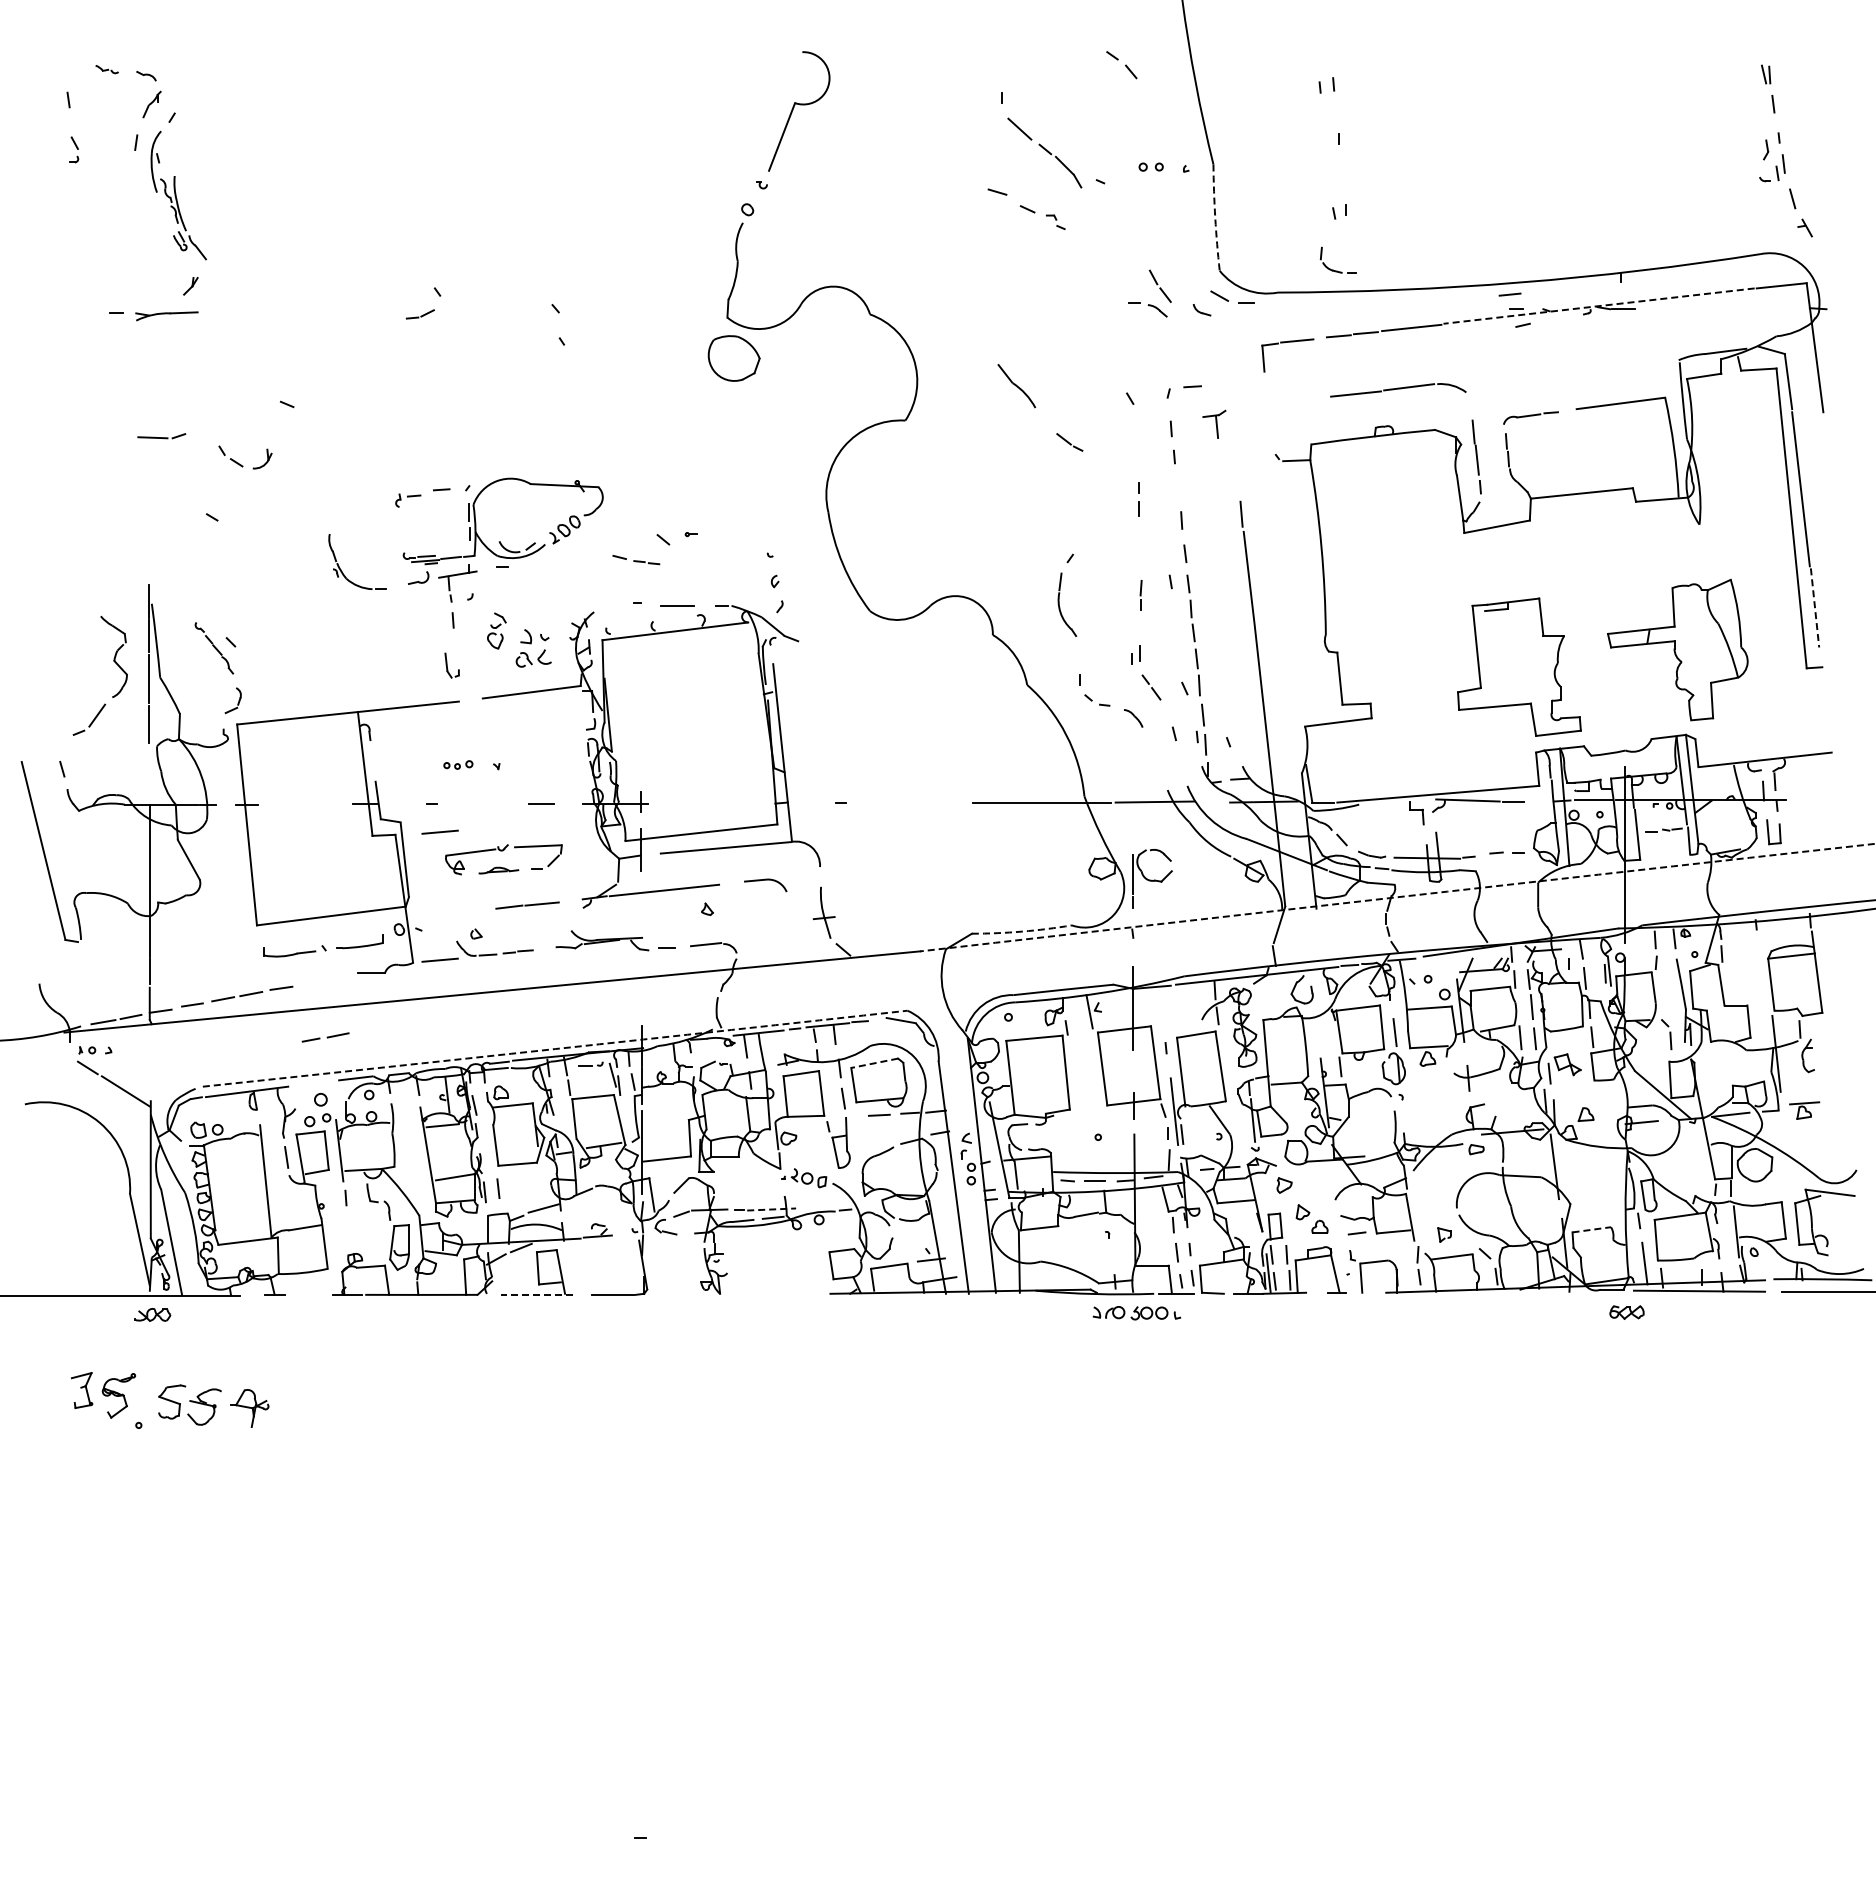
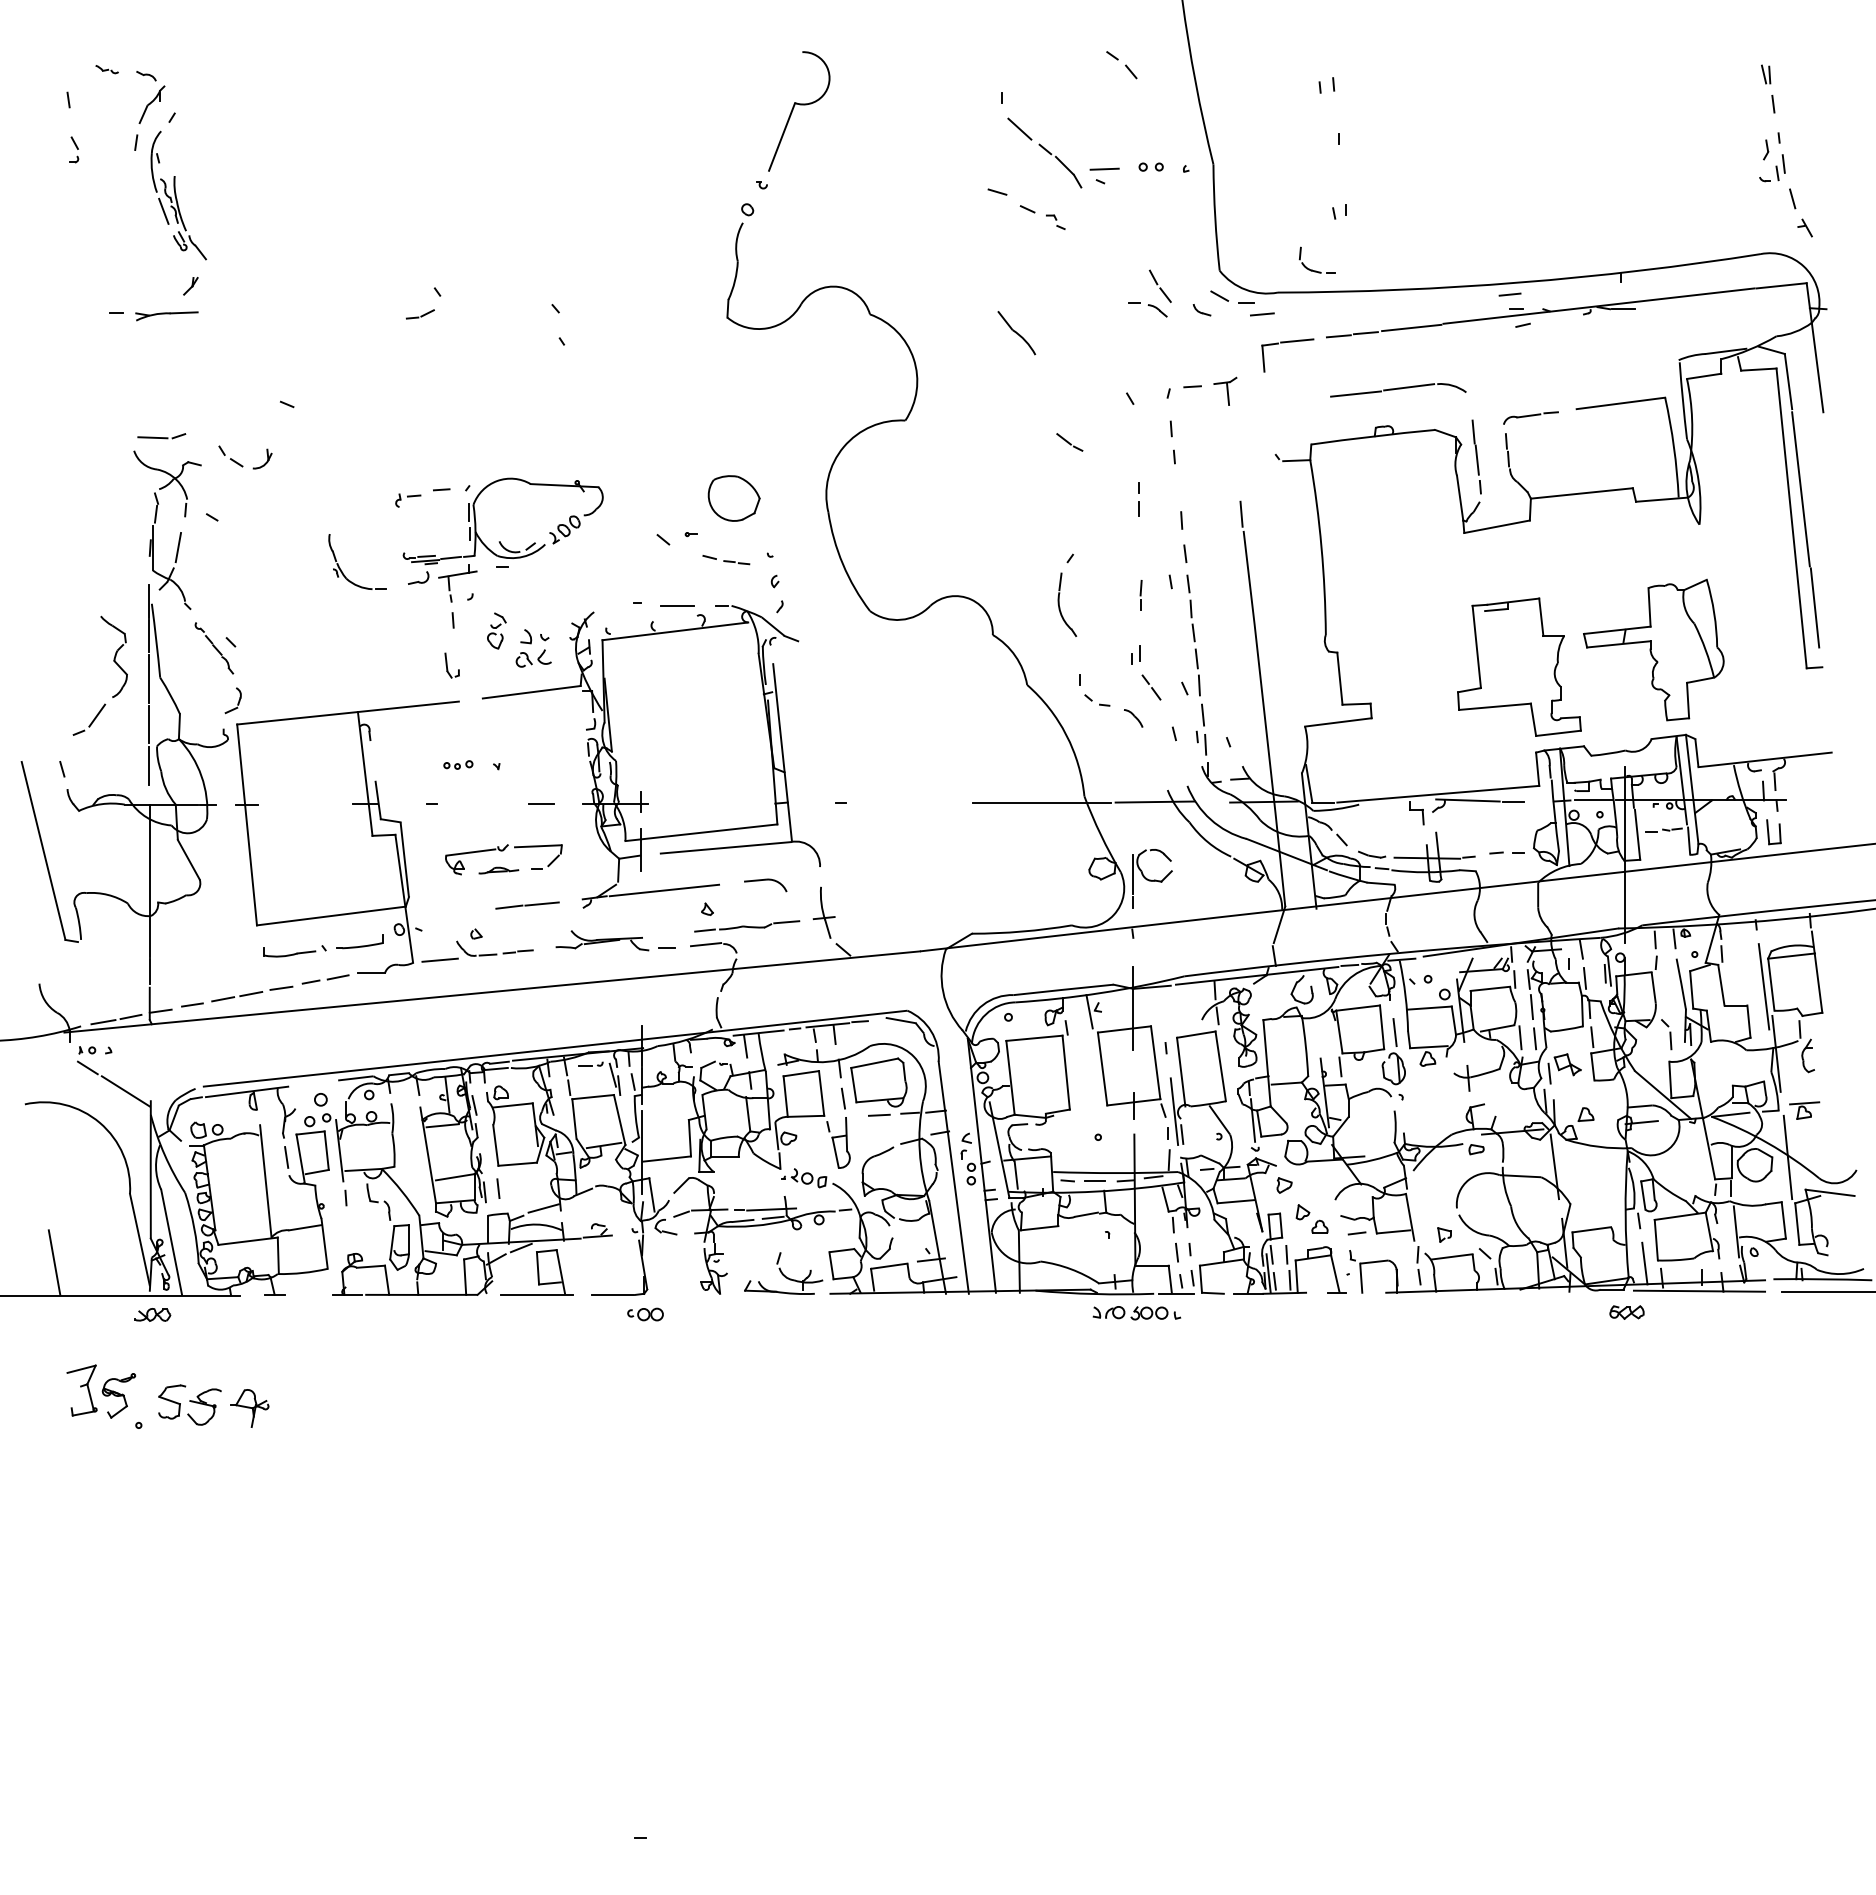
part at (151, 104) size: 20x29 px -> 28x39 px
line at (1104, 168): none -> present
line at (163, 210): none -> present
arc at (1215, 217): dashed -> solid
part at (1333, 269) position: (1333, 269) -> (1312, 269)
line at (1599, 306): dashed -> solid
line at (1262, 314): none -> present
part at (733, 358) position: (733, 358) -> (733, 498)
part at (1016, 386) position: (1016, 386) -> (1016, 333)
part at (1214, 423) position: (1214, 423) -> (1225, 390)
part at (179, 534): none -> present
part at (636, 560) position: (636, 560) -> (726, 560)
line at (1815, 607): dashed -> solid
part at (1677, 649) position: (1677, 649) -> (1653, 649)
line at (148, 765): none -> present
line at (439, 831): present -> none
arc at (1398, 897): dashed -> solid
part at (747, 926): none -> present
arc at (1022, 931): dashed -> solid
line at (1763, 986): none -> present
line at (326, 1037) position: (326, 1037) -> (326, 979)
arc at (555, 1049): dashed -> solid
line at (874, 1063): dashed -> solid
line at (1787, 1157): none -> present
line at (772, 1209): dashed -> solid
line at (1592, 1229): dashed -> solid
line at (54, 1262): none -> present
part at (783, 1273): none -> present
line at (536, 1294): dashed -> solid
part at (645, 1314): none -> present
part at (82, 1390) size: 23x37 px -> 32x53 px
